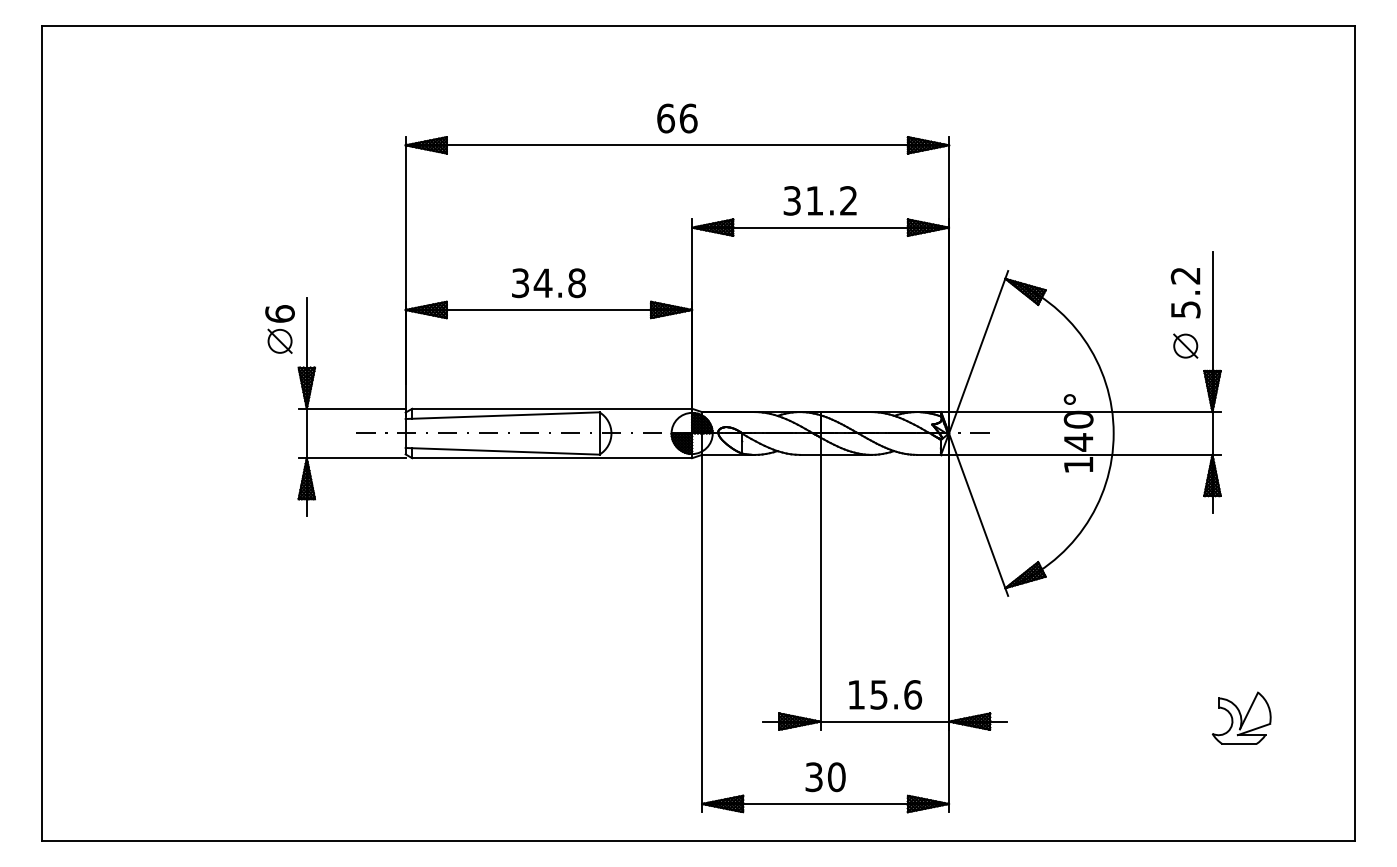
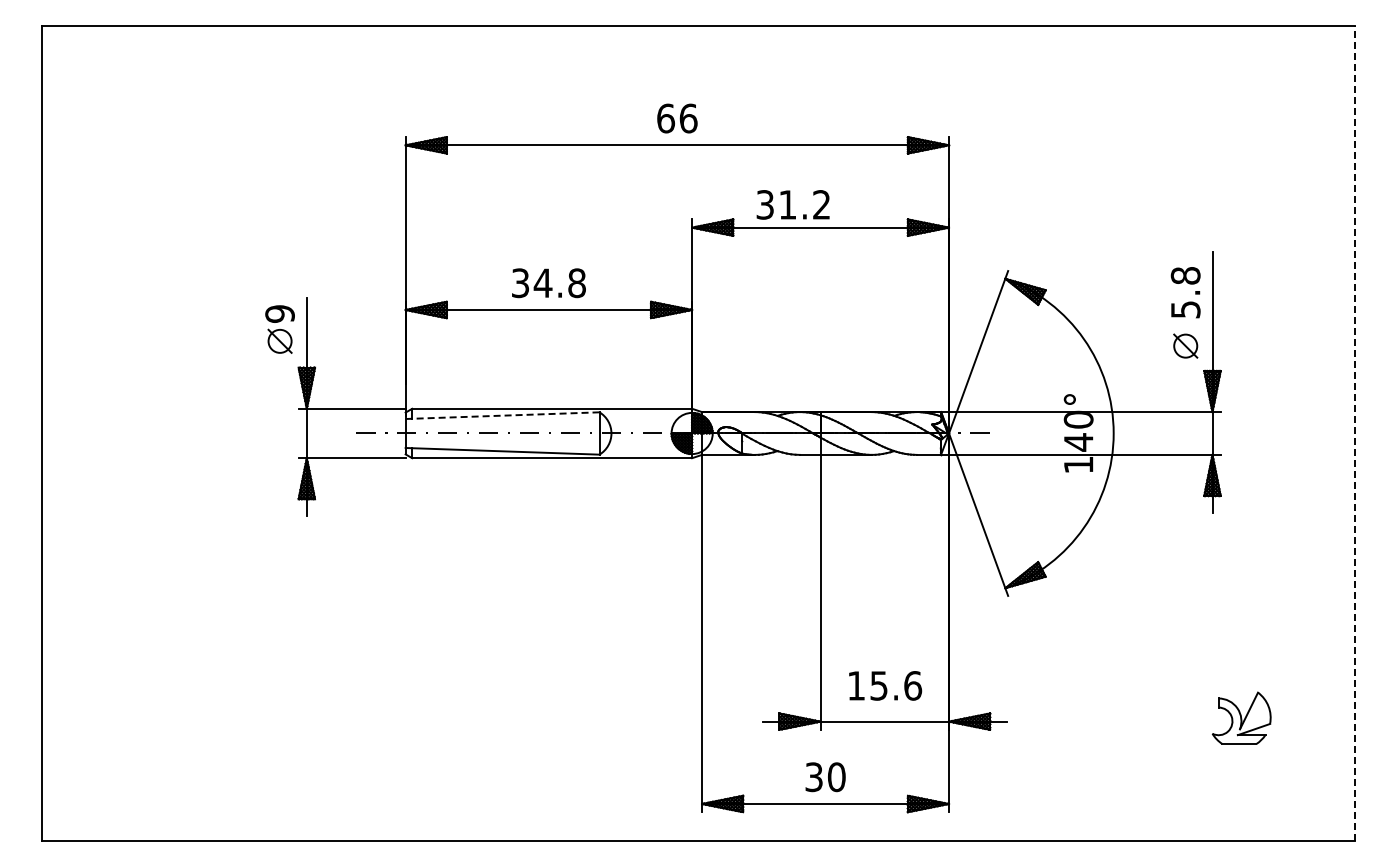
text at (819, 200) position: (819, 200) -> (792, 204)
text at (1185, 275): 5.2 -> 5.8
text at (279, 313): 6 -> 9
line at (503, 415): solid -> dashed
line at (1355, 433): solid -> dashed
text at (885, 694) position: (885, 694) -> (885, 685)
